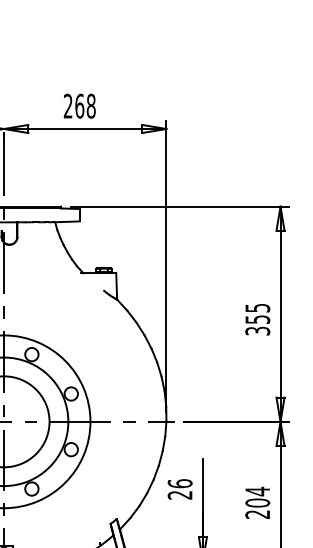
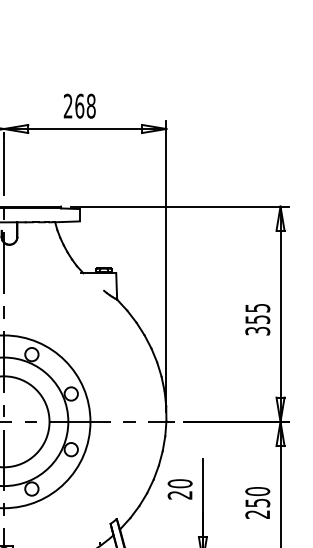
text at (179, 483): 26 -> 20
text at (257, 496): 204 -> 250
